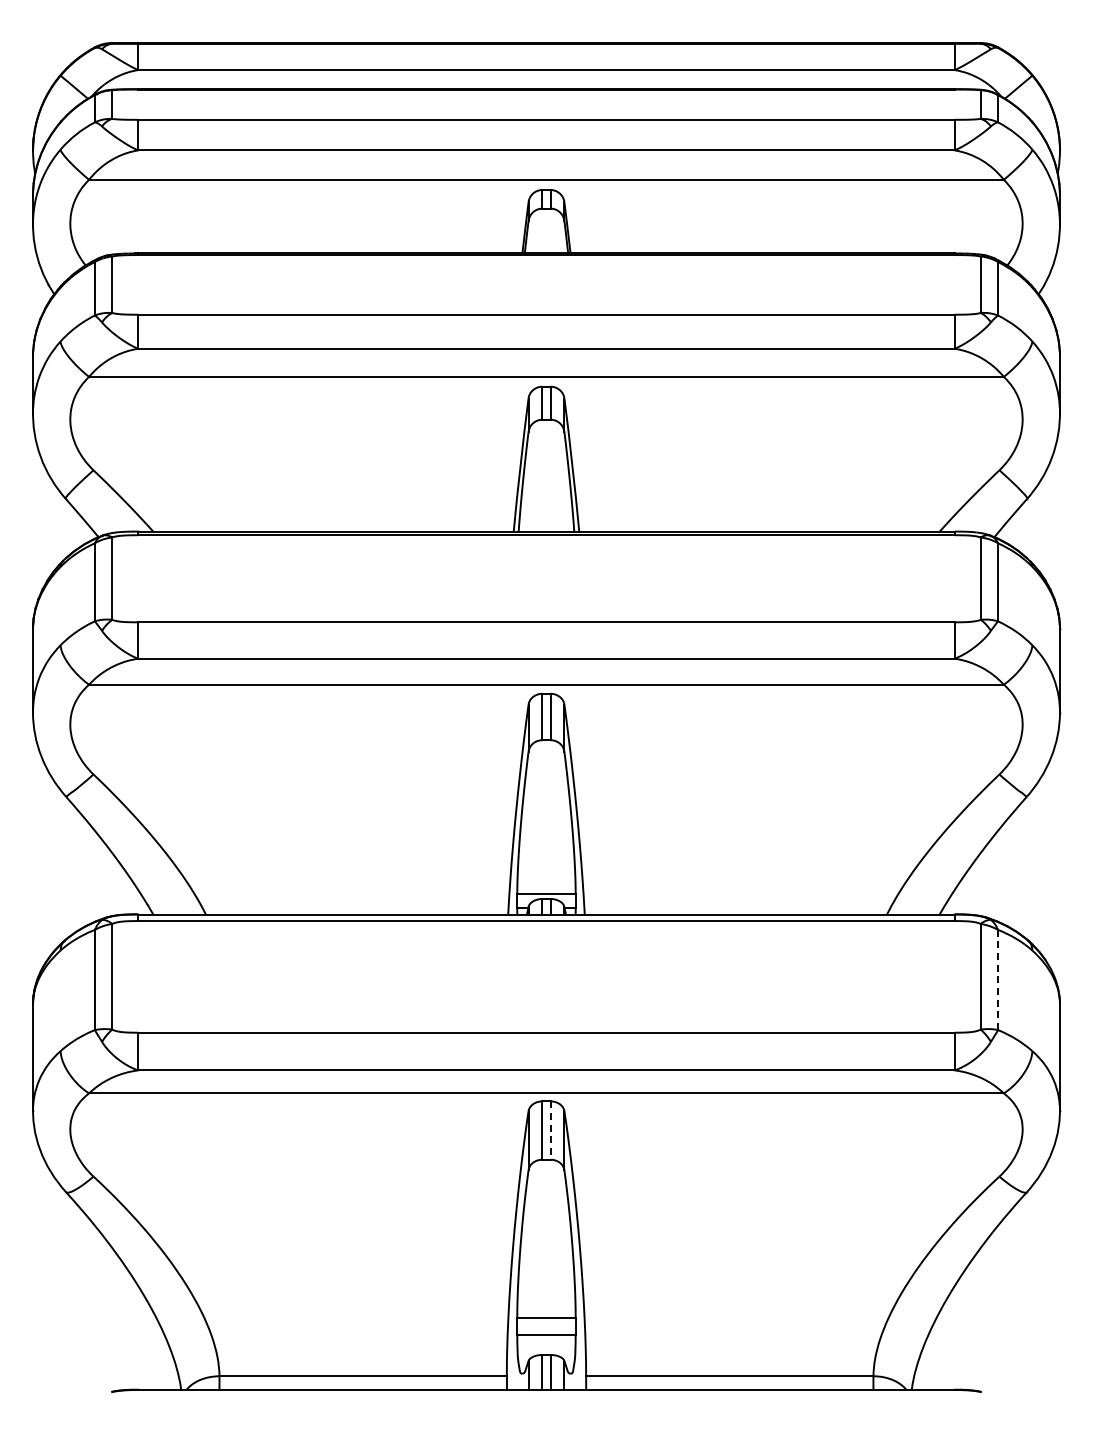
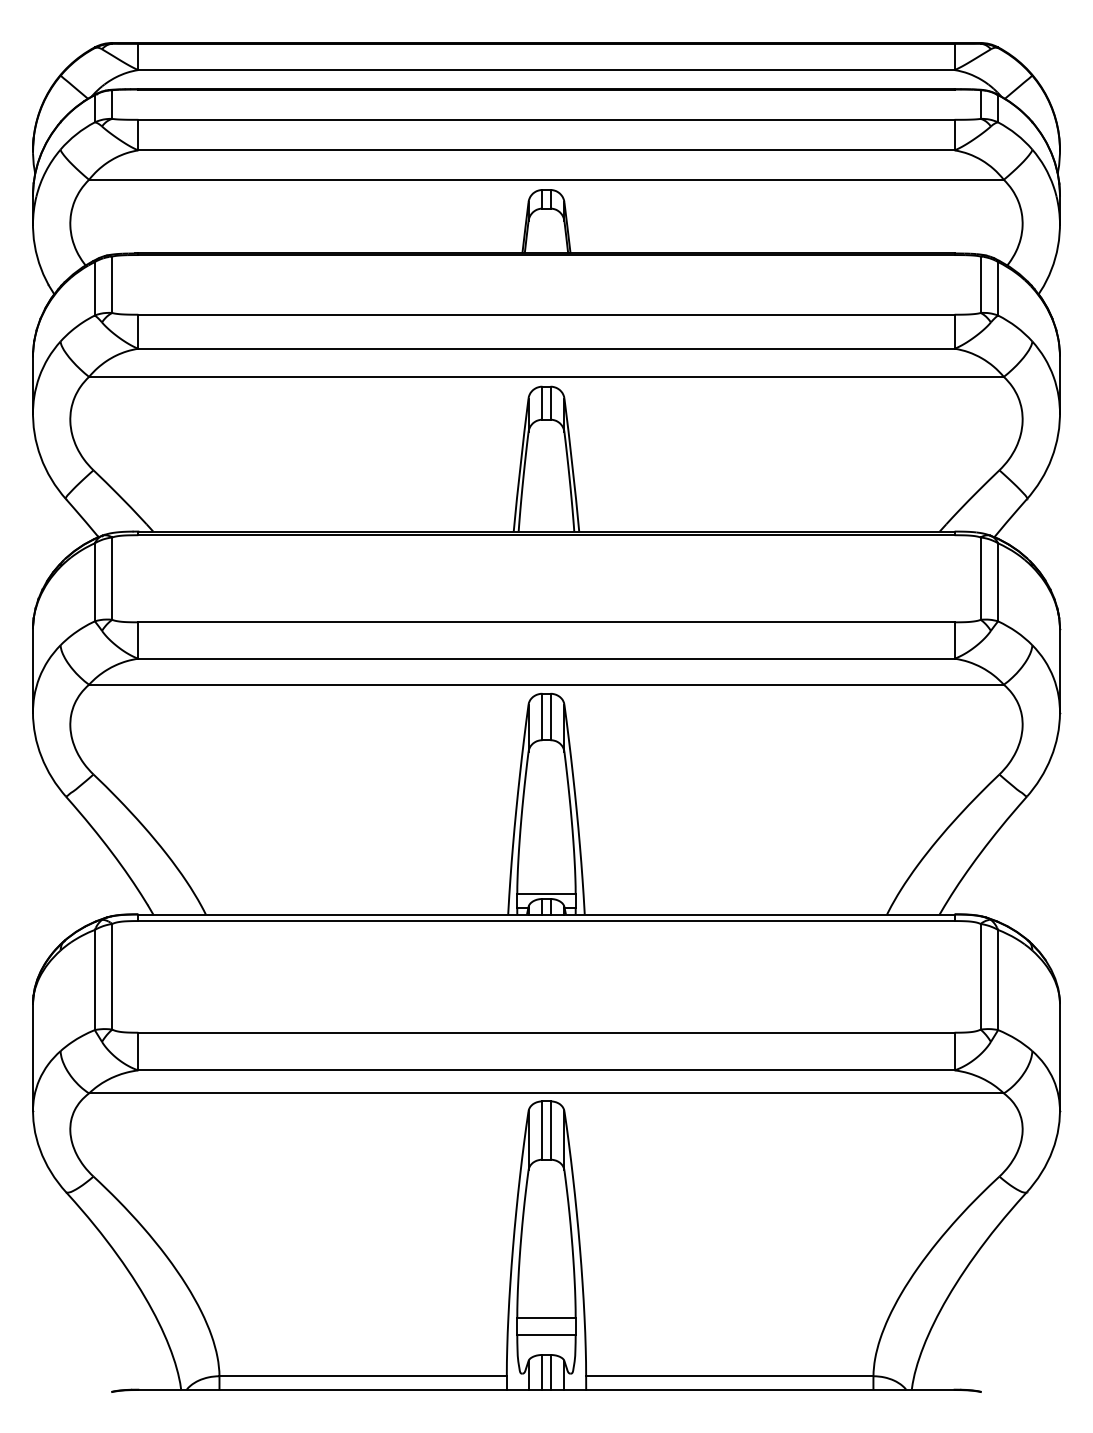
line at (998, 979): dashed -> solid
line at (550, 1131): dashed -> solid
